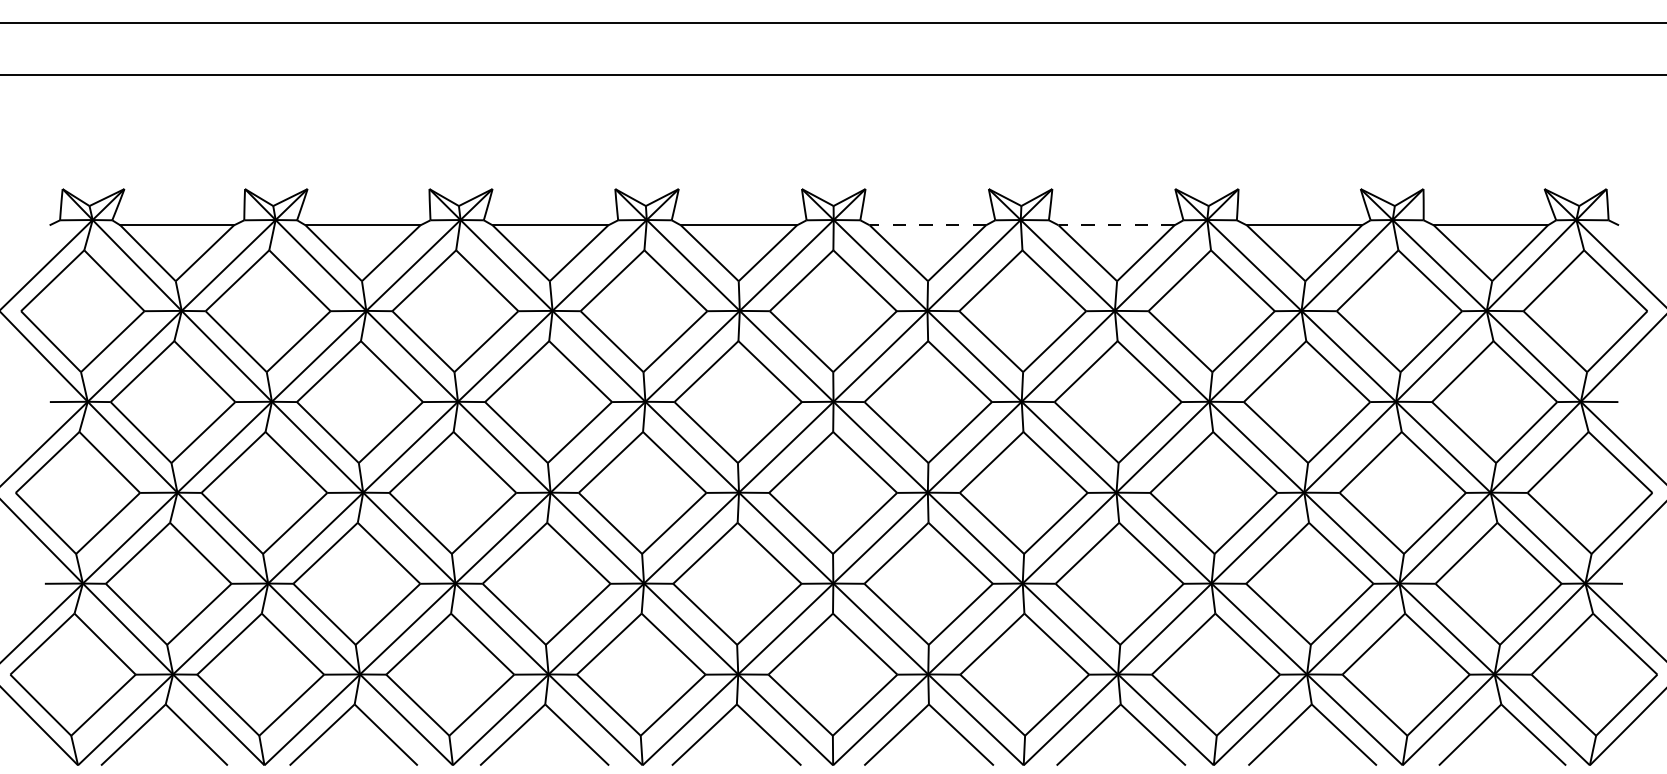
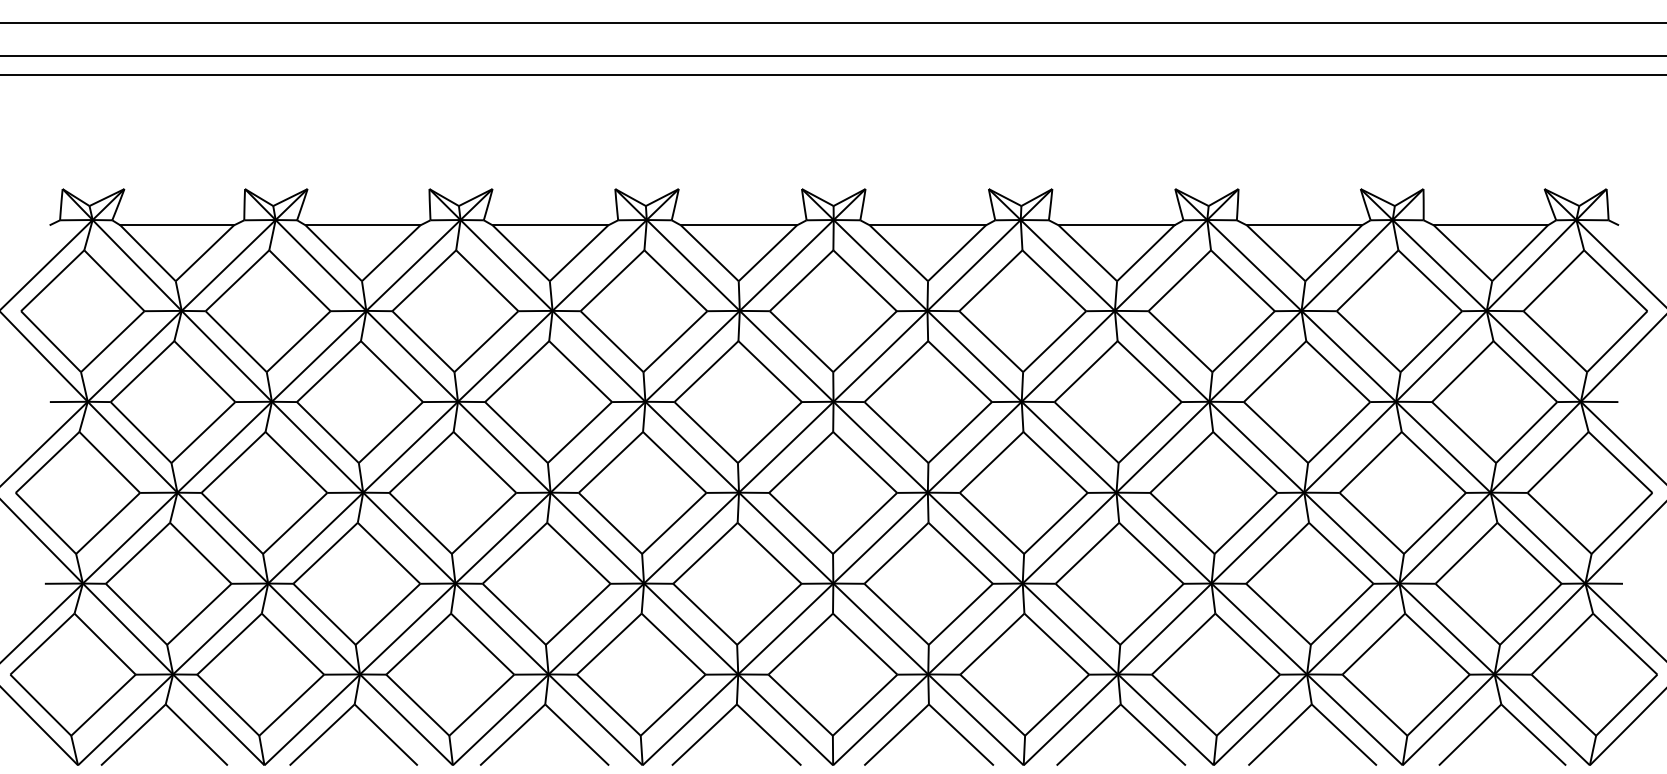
line at (832, 55): none -> present
line at (927, 225): dashed -> solid
line at (1116, 225): dashed -> solid
